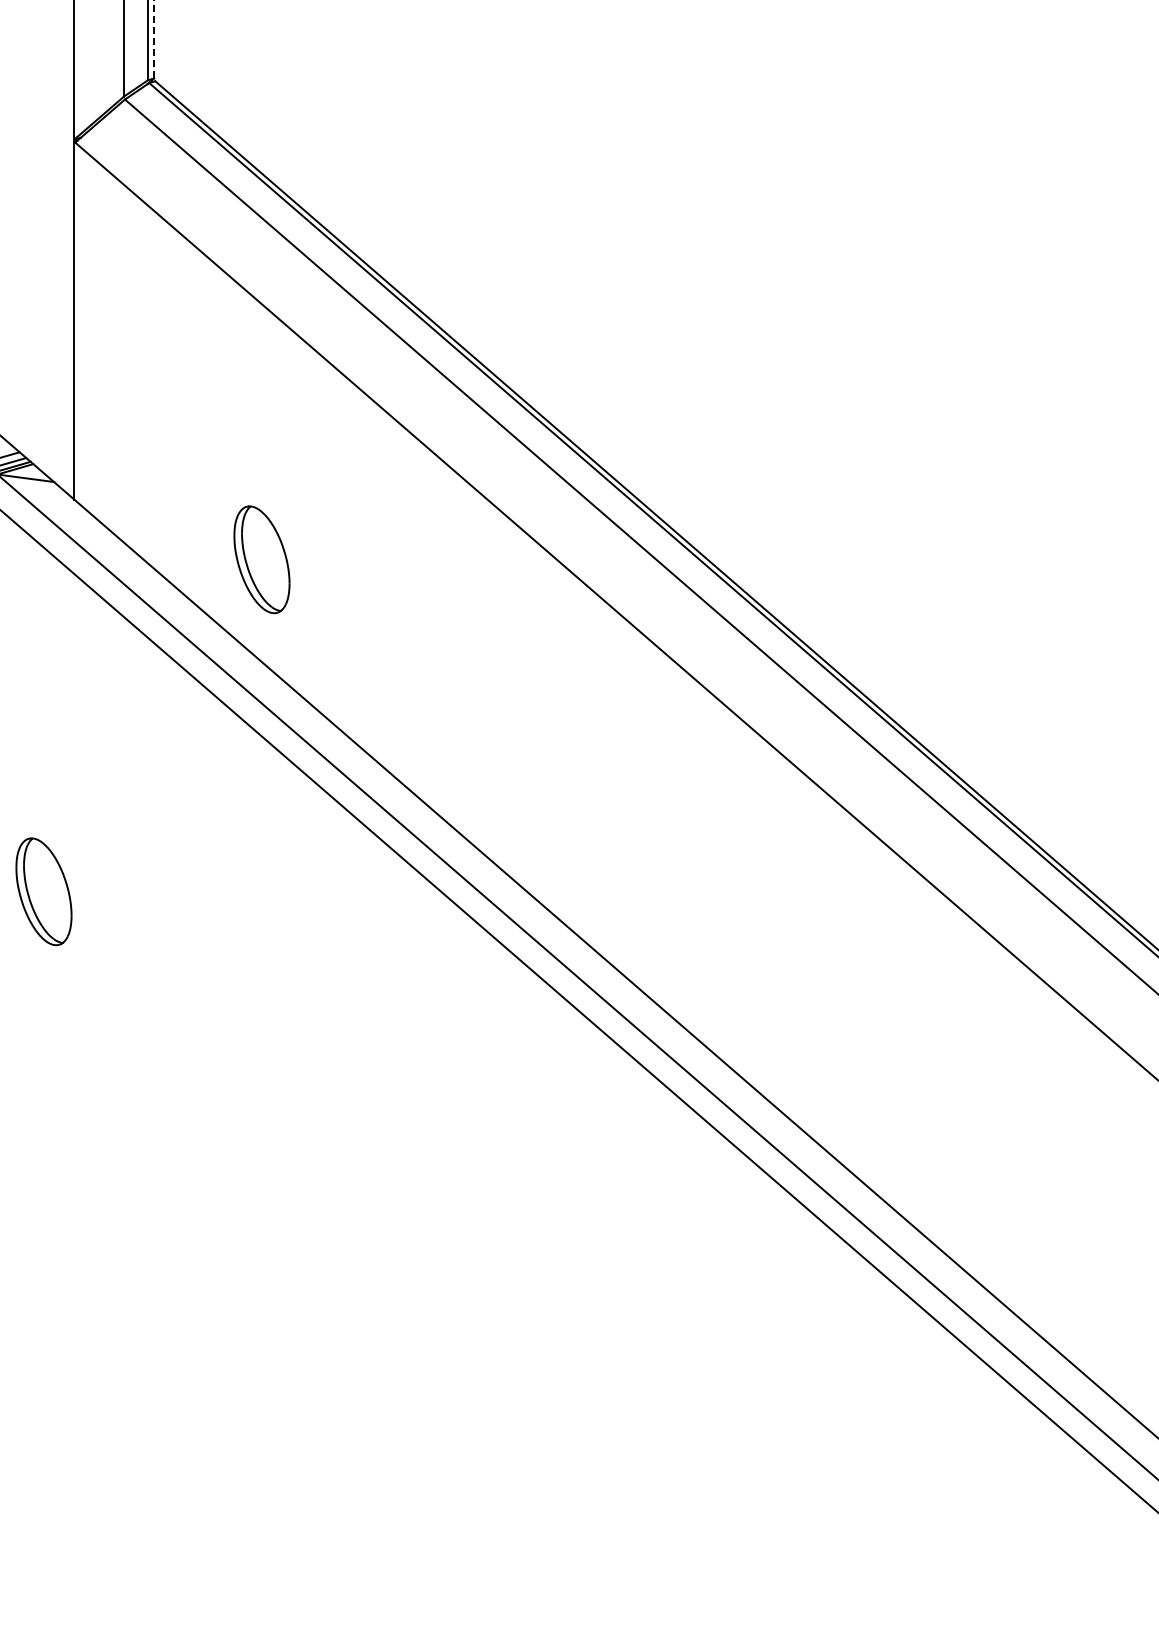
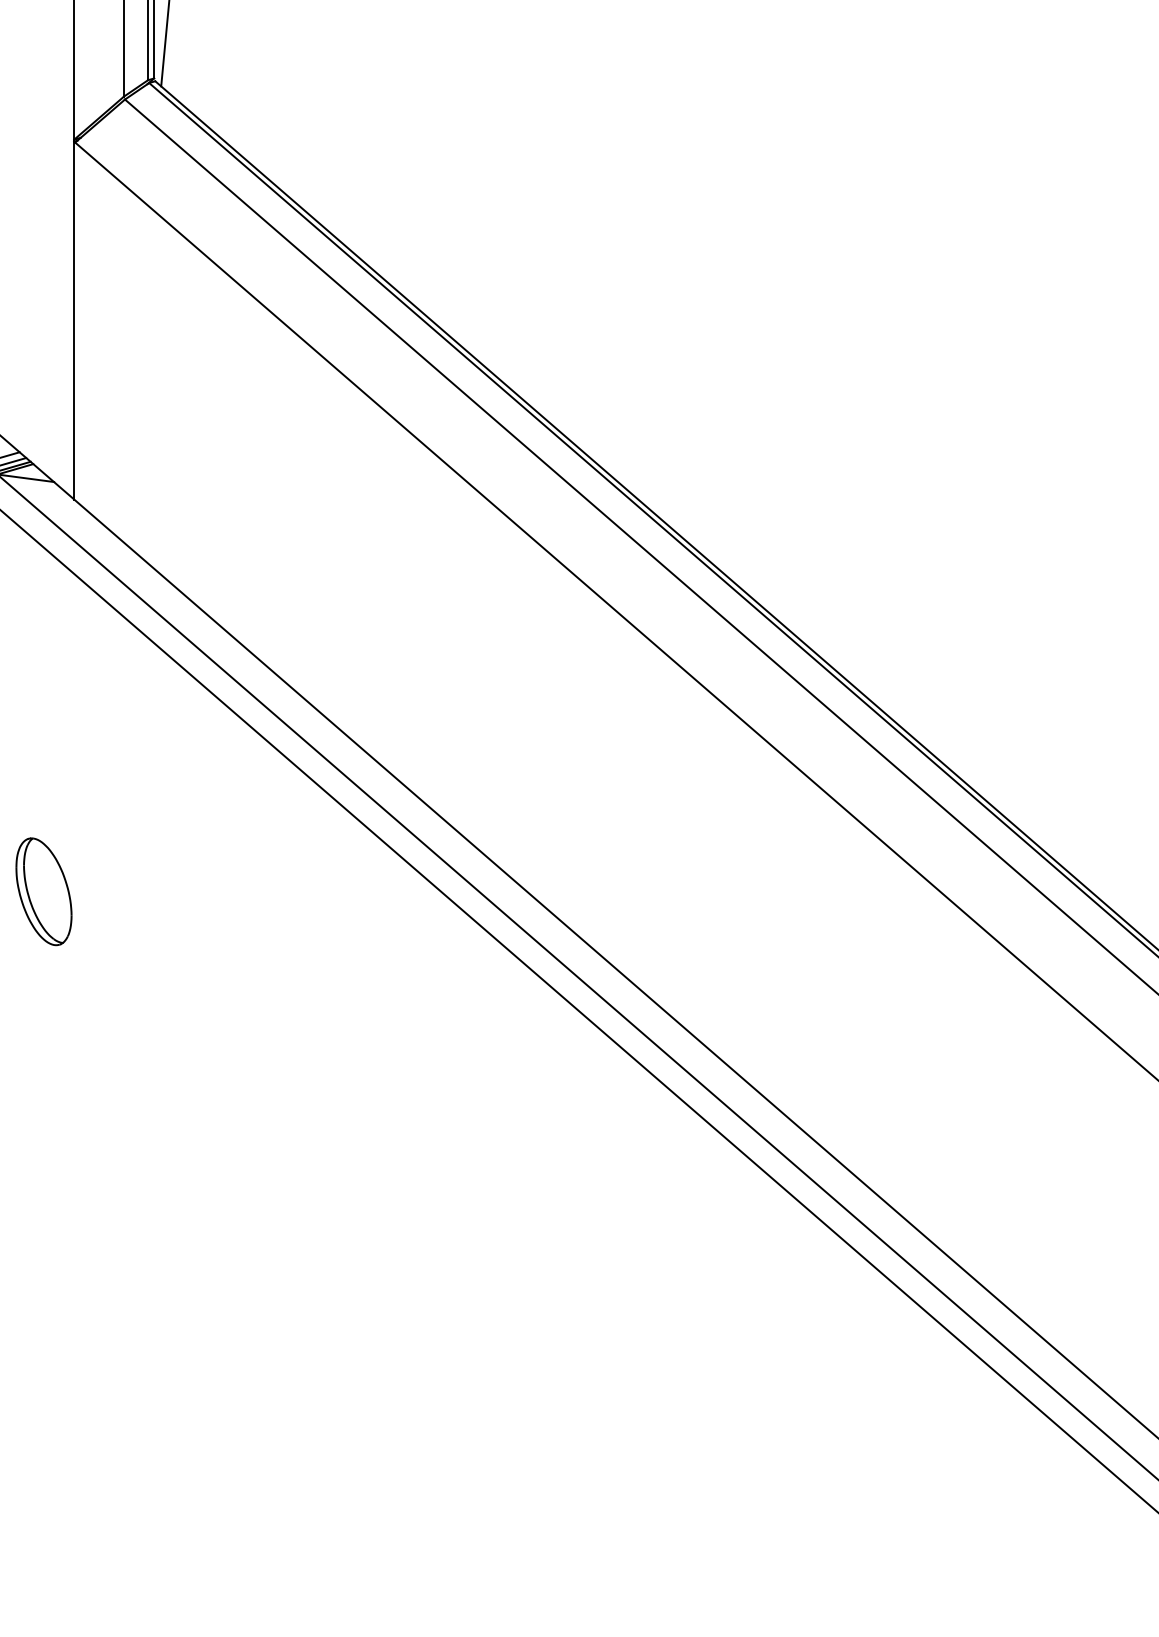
line at (154, 39): dashed -> solid
line at (165, 44): none -> present
part at (261, 559): present -> none
